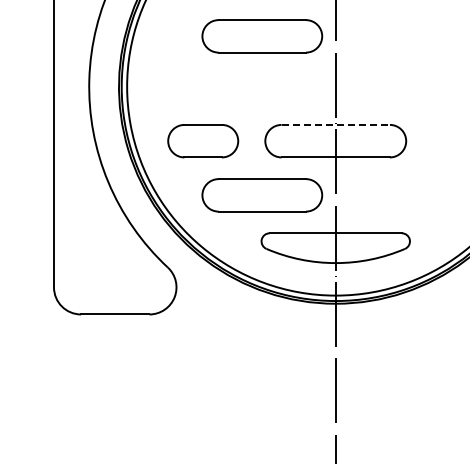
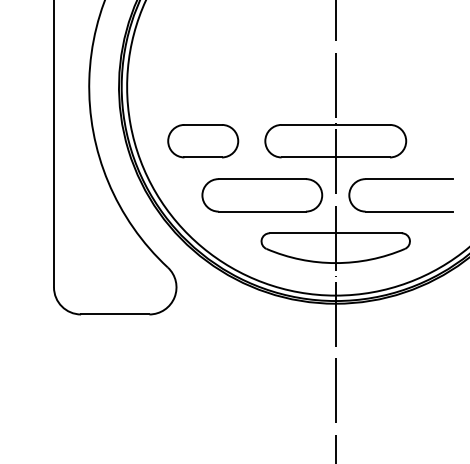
part at (262, 36): present -> none
line at (336, 124): dashed -> solid
part at (400, 179): none -> present
